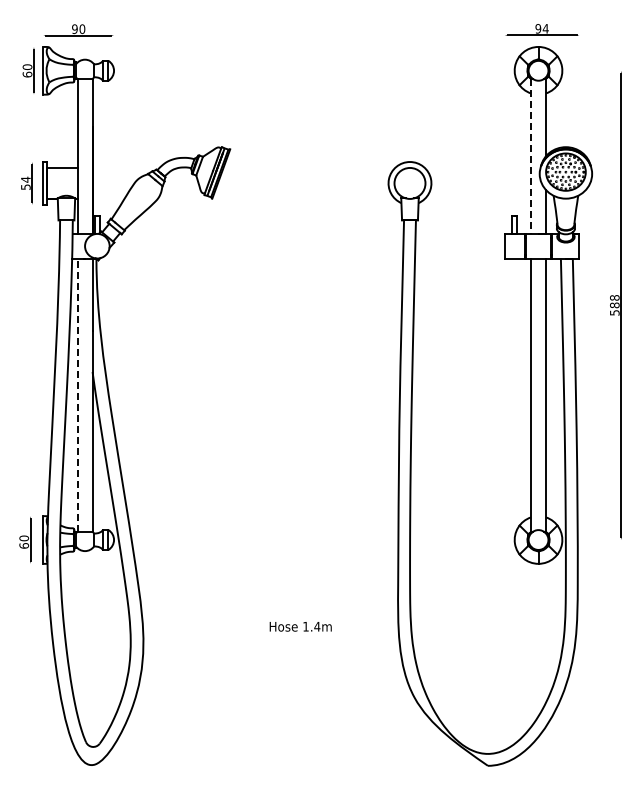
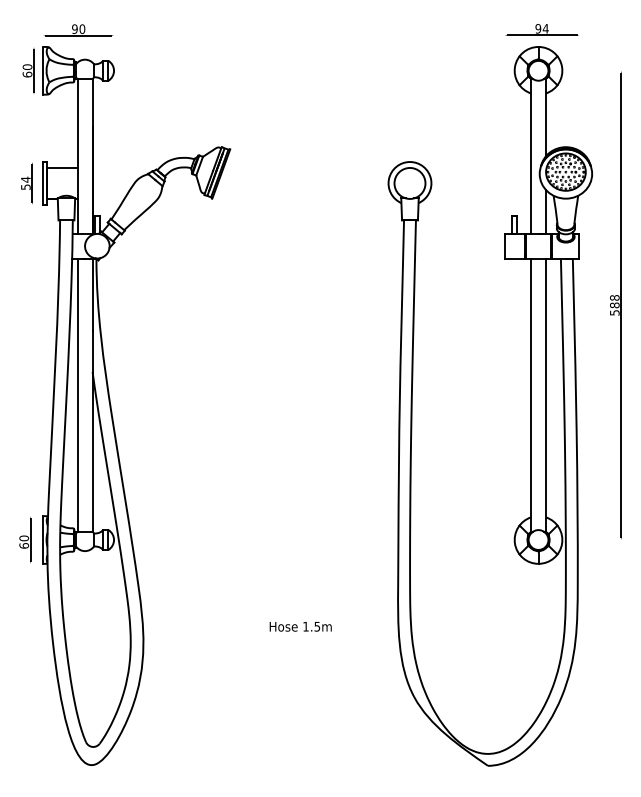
line at (530, 156): dashed -> solid
line at (77, 395): dashed -> solid
text at (317, 626): 1.4m -> 1.5m
